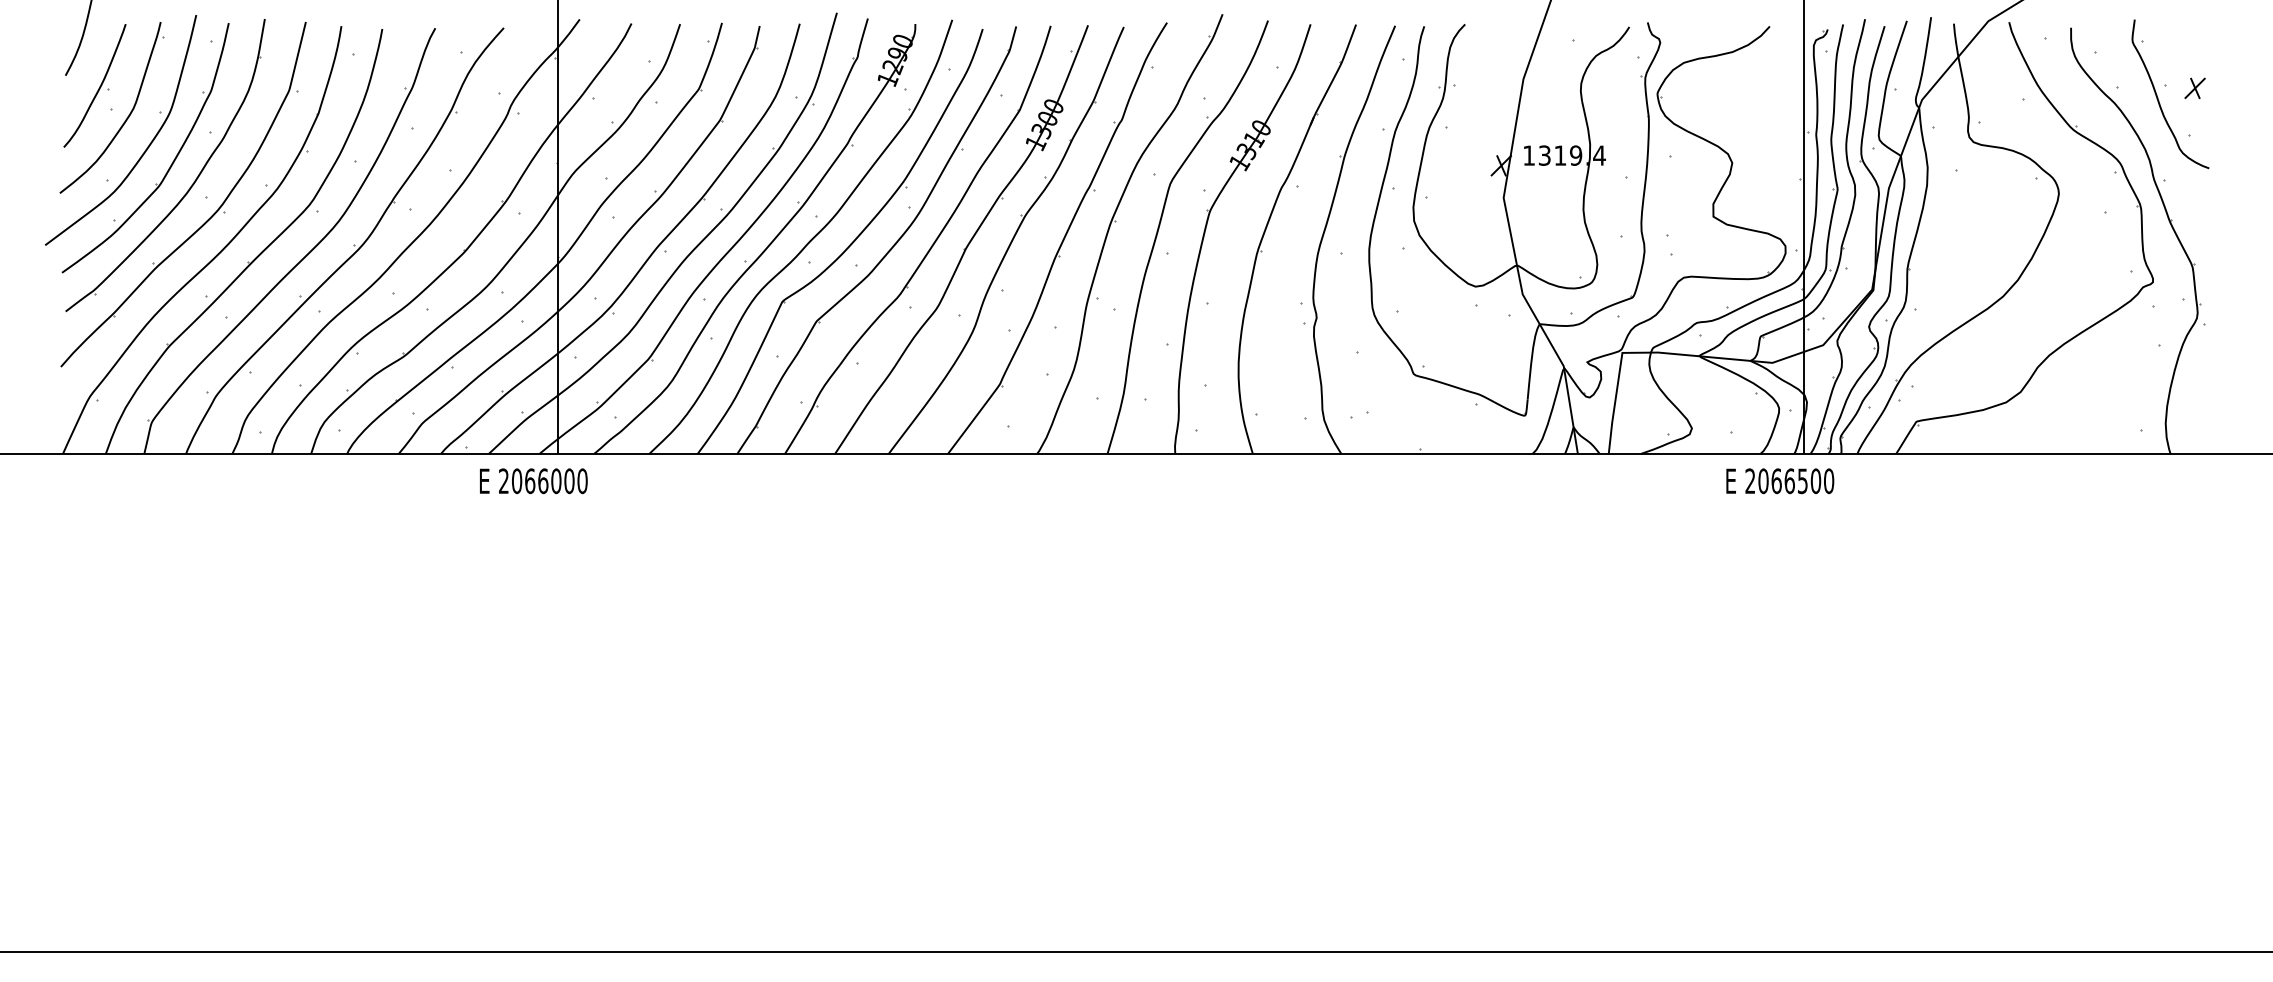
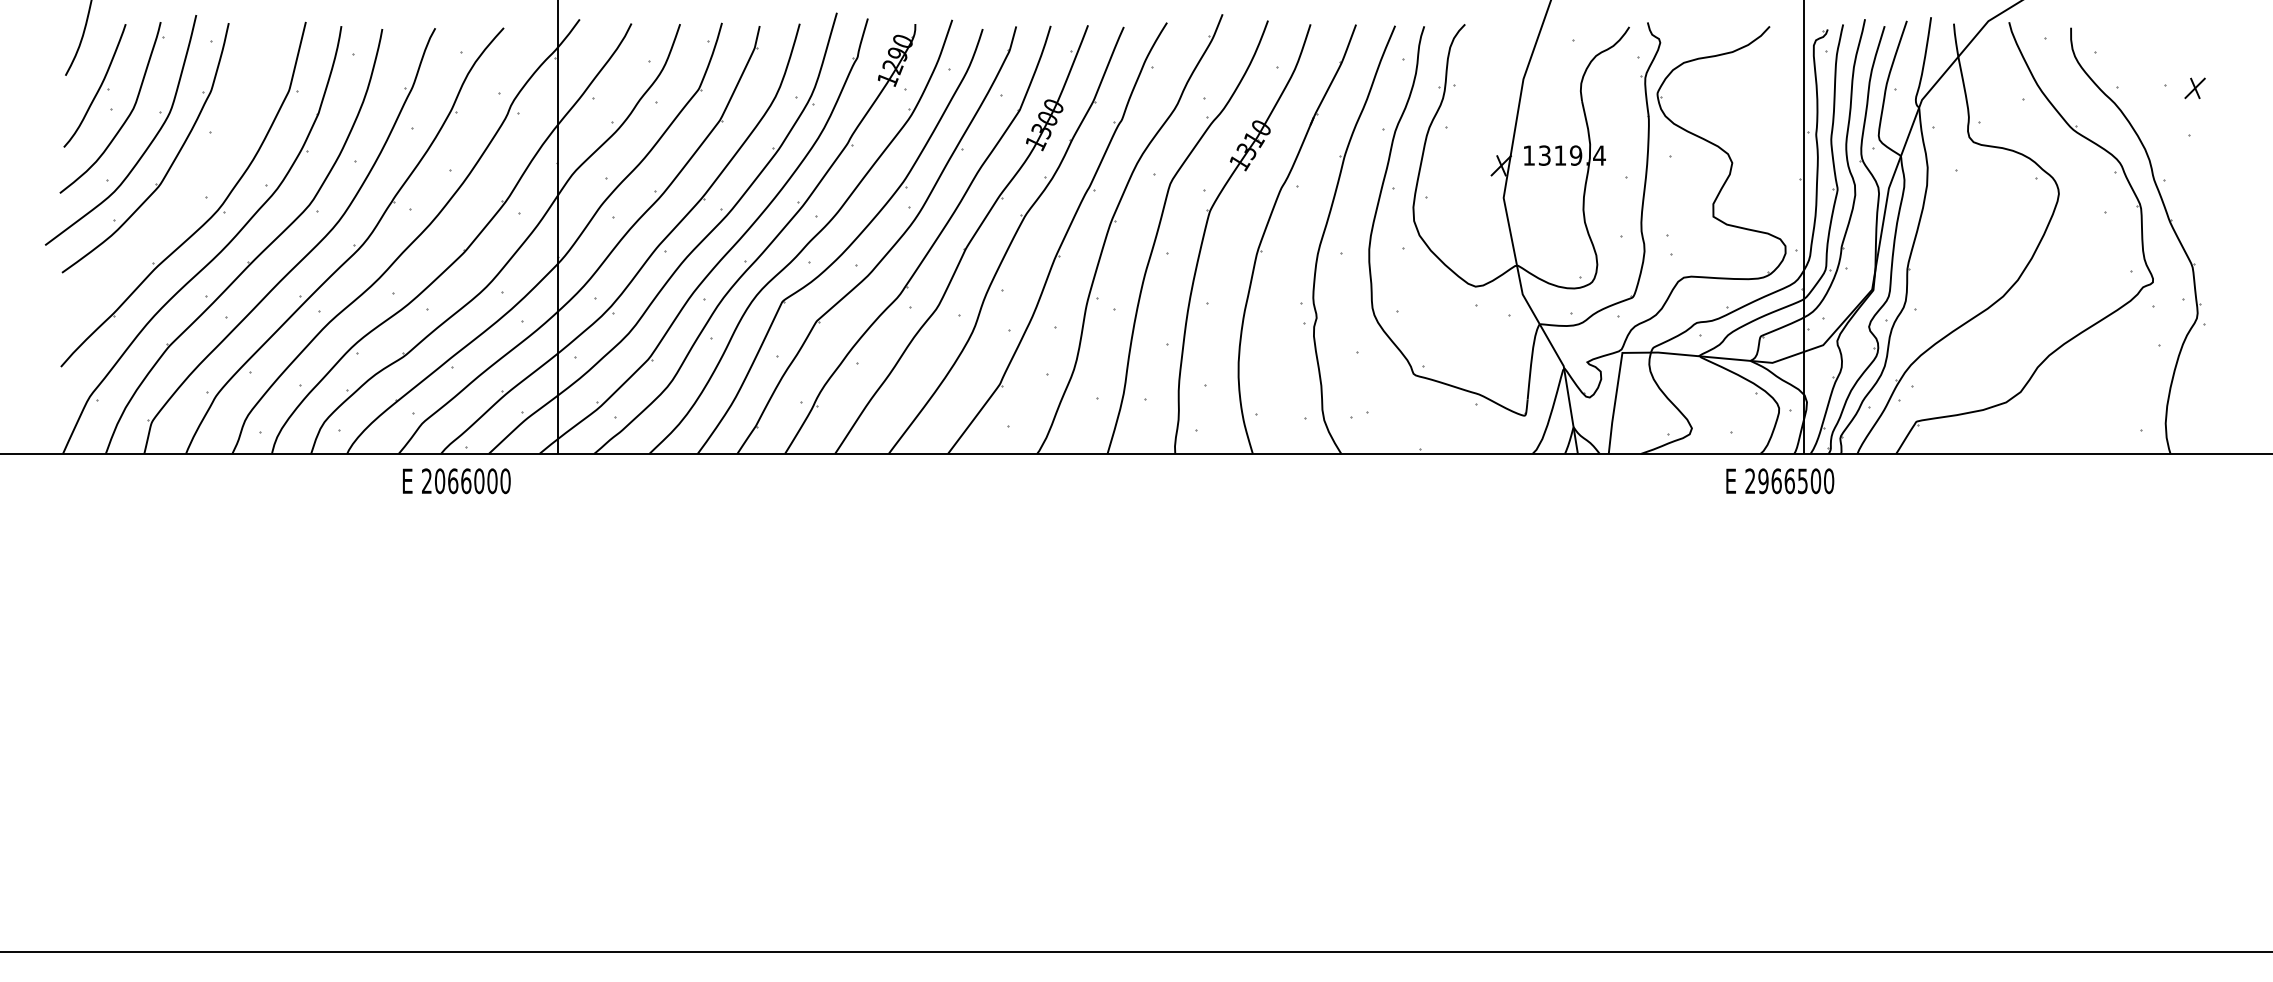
part at (2158, 97): present -> none
part at (192, 183): present -> none
text at (533, 481) position: (533, 481) -> (456, 481)
text at (1763, 481): 2066500 -> 2966500
